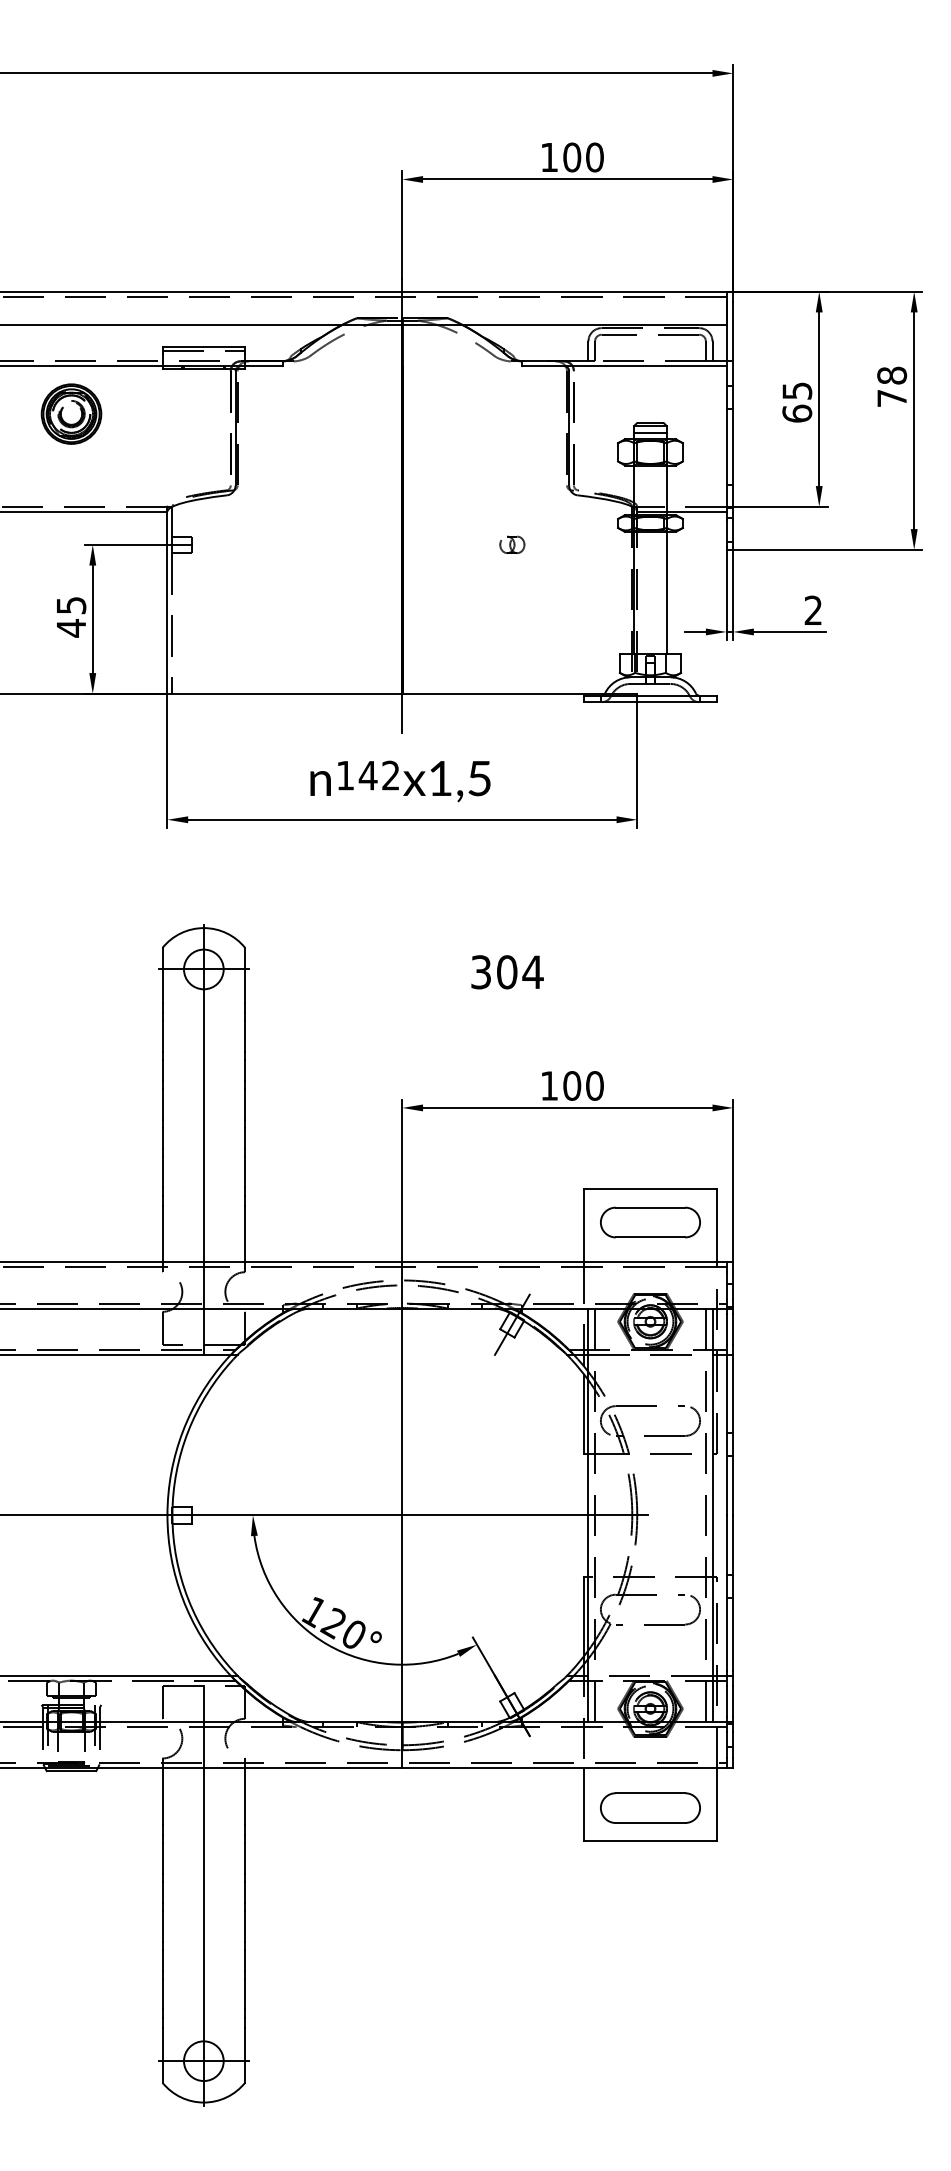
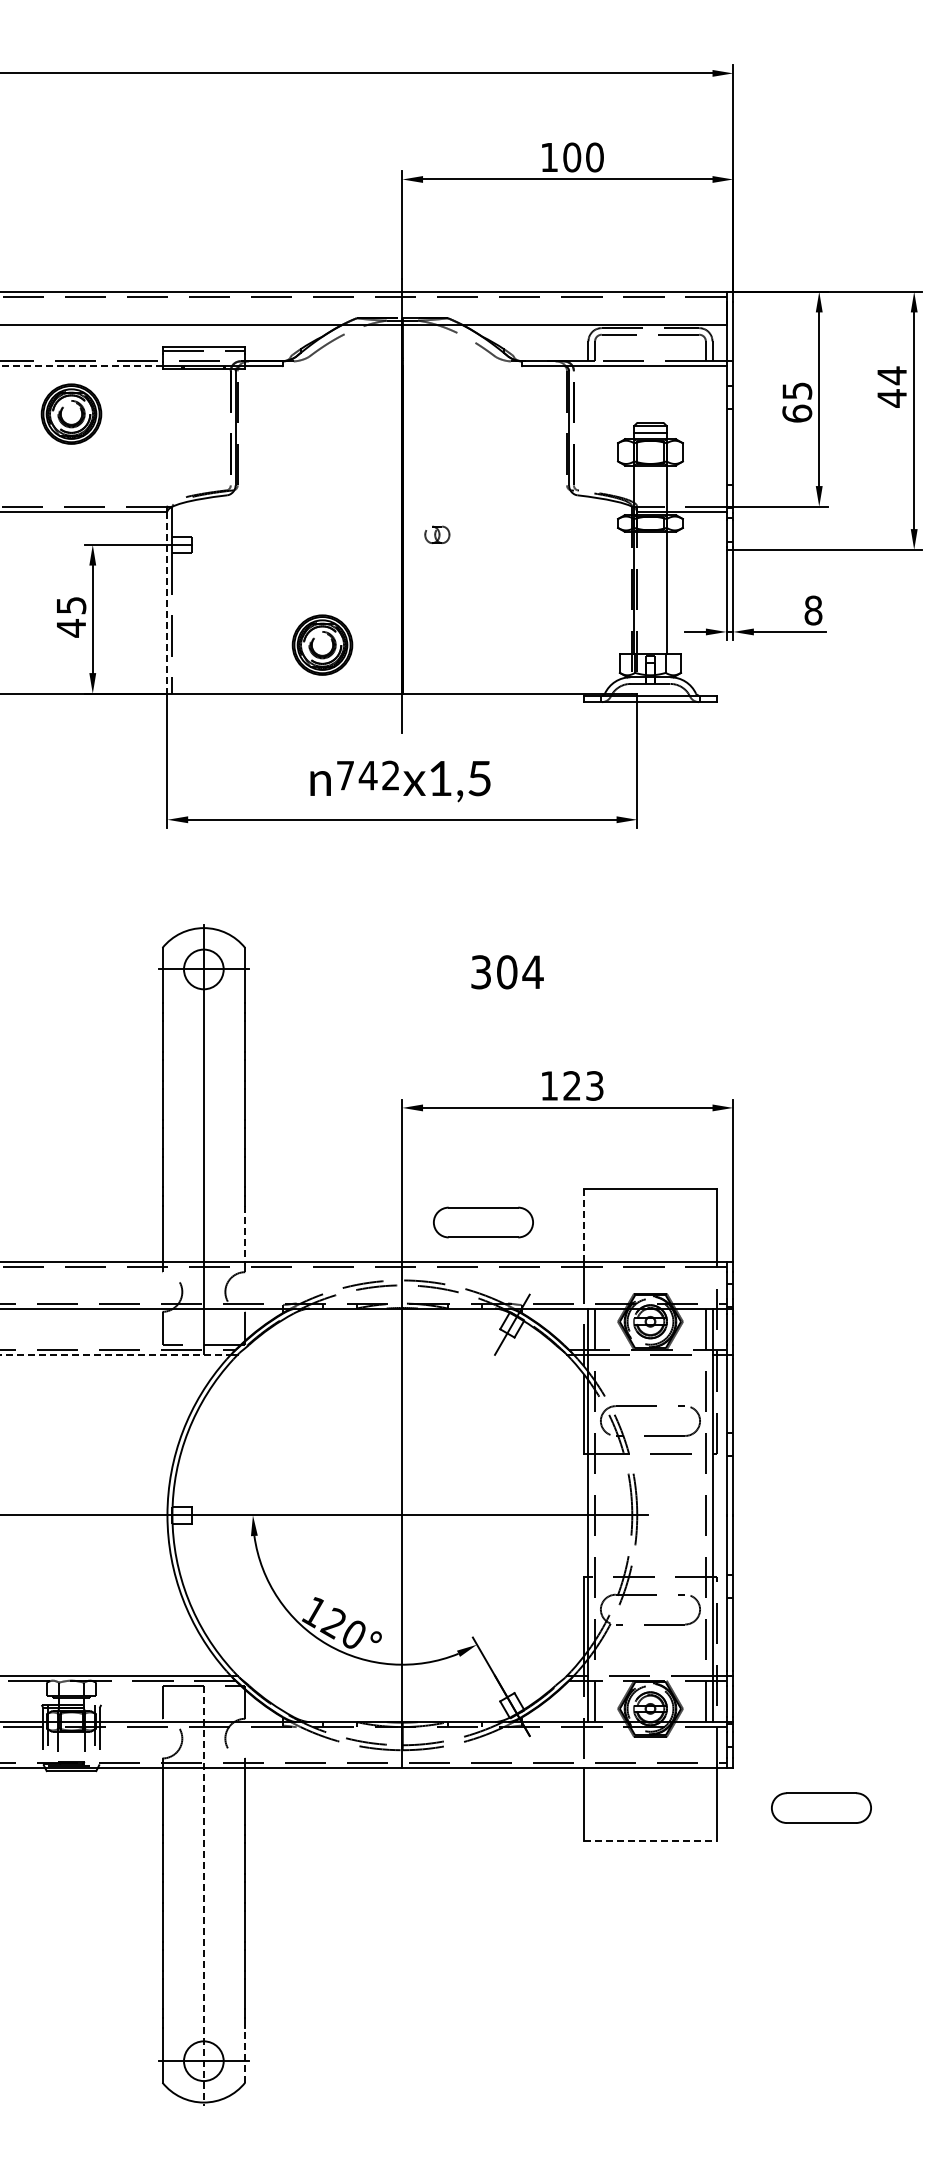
line at (81, 366): solid -> dashed
text at (892, 386): 78 -> 44
part at (512, 544) position: (512, 544) -> (437, 534)
line at (167, 603): solid -> dashed
text at (813, 610): 2 -> 8
part at (322, 644): none -> present
text at (345, 775): 142 -> 742
text at (583, 1085): 100 -> 123
part at (650, 1222) position: (650, 1222) -> (483, 1222)
line at (584, 1226): solid -> dashed
line at (245, 1234): solid -> dashed
line at (115, 1354): solid -> dashed
part at (650, 1807) position: (650, 1807) -> (821, 1807)
line at (650, 1841): solid -> dashed
line at (203, 1896): solid -> dashed
line at (245, 2054): solid -> dashed
